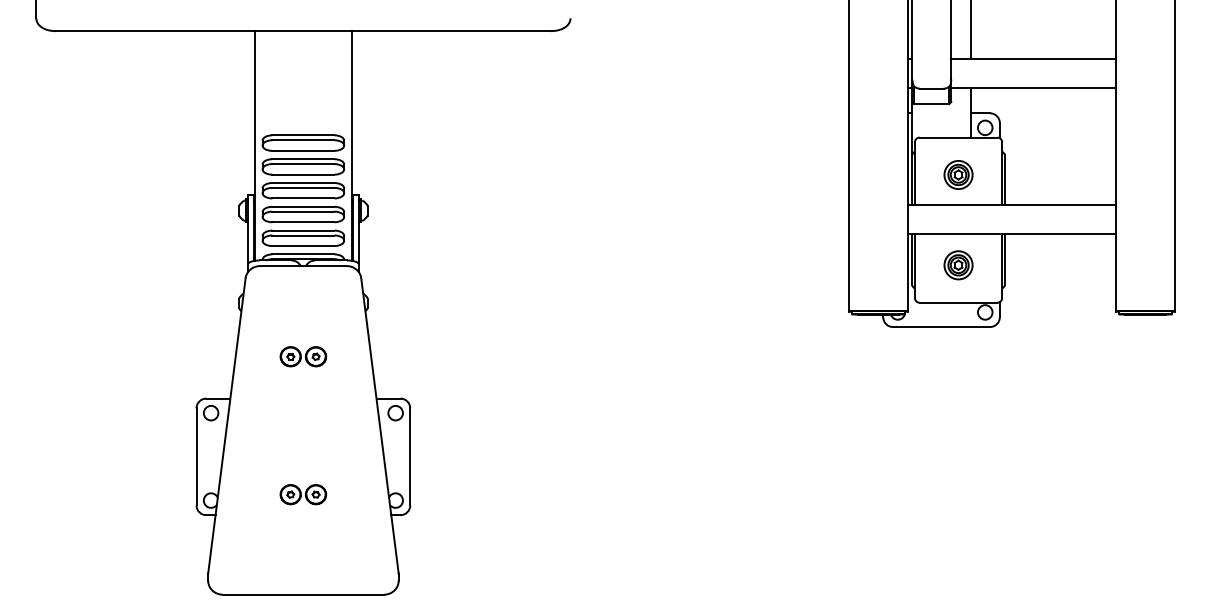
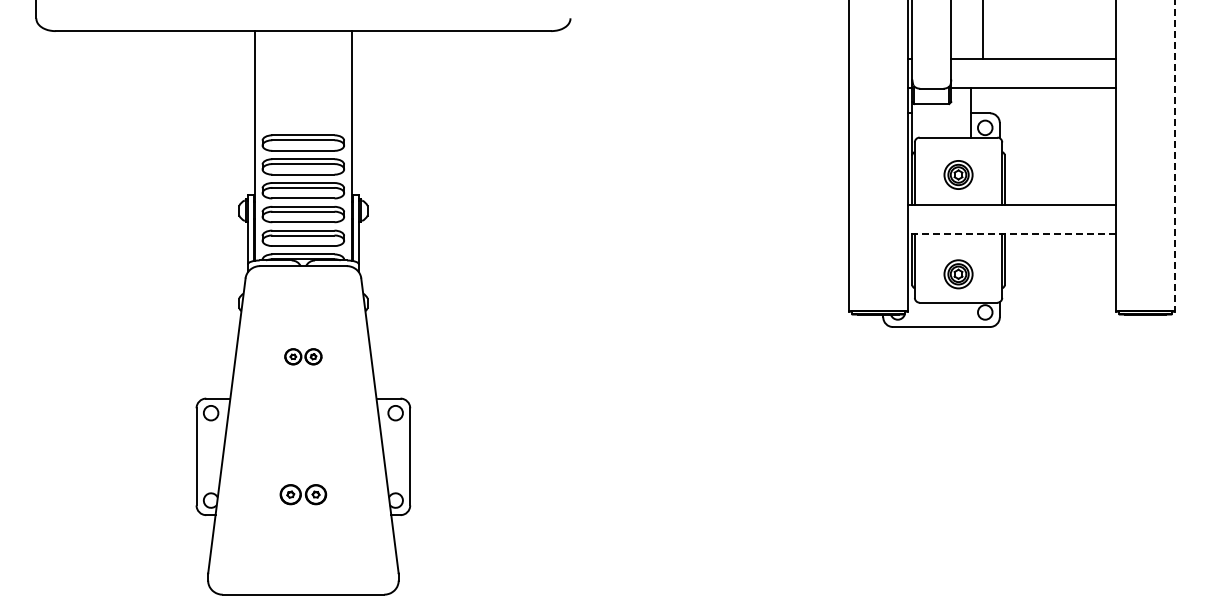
line at (970, 30) position: (970, 30) -> (982, 30)
line at (1174, 156): solid -> dashed
line at (1011, 233): solid -> dashed
part at (958, 265) position: (958, 265) -> (958, 274)
part at (303, 356) size: 49x22 px -> 39x18 px
